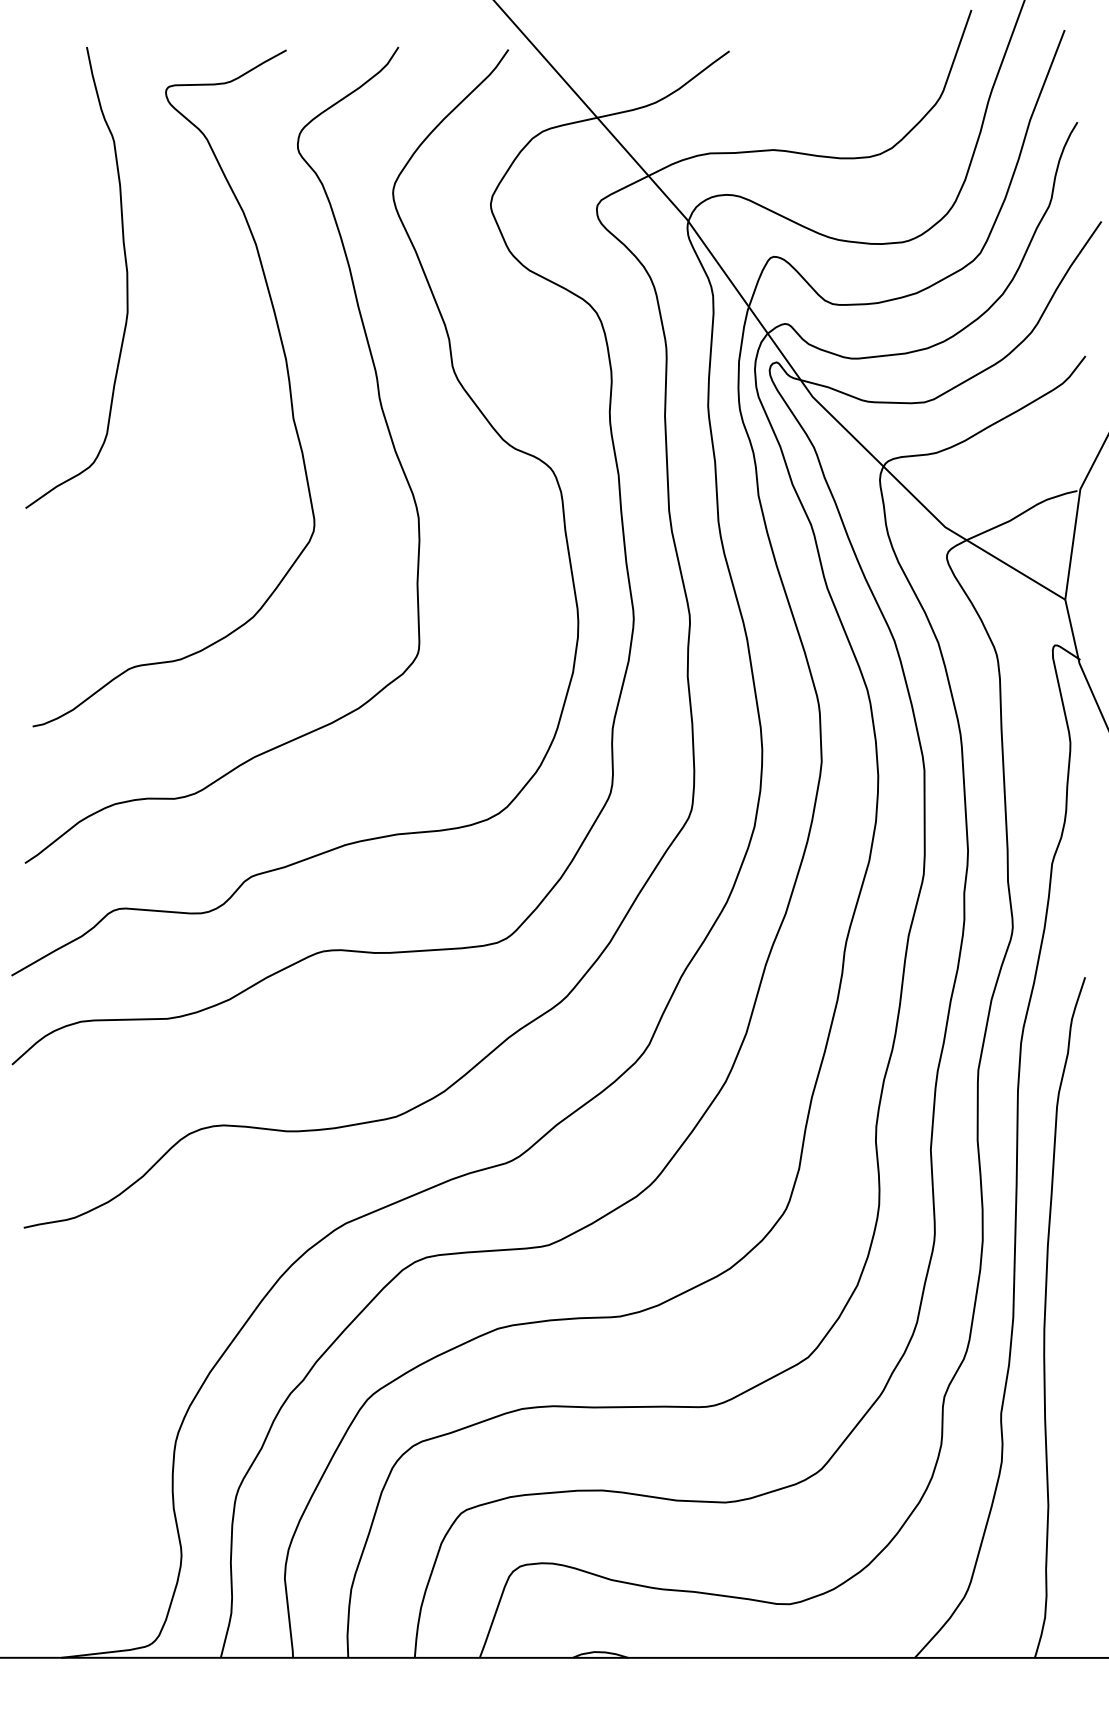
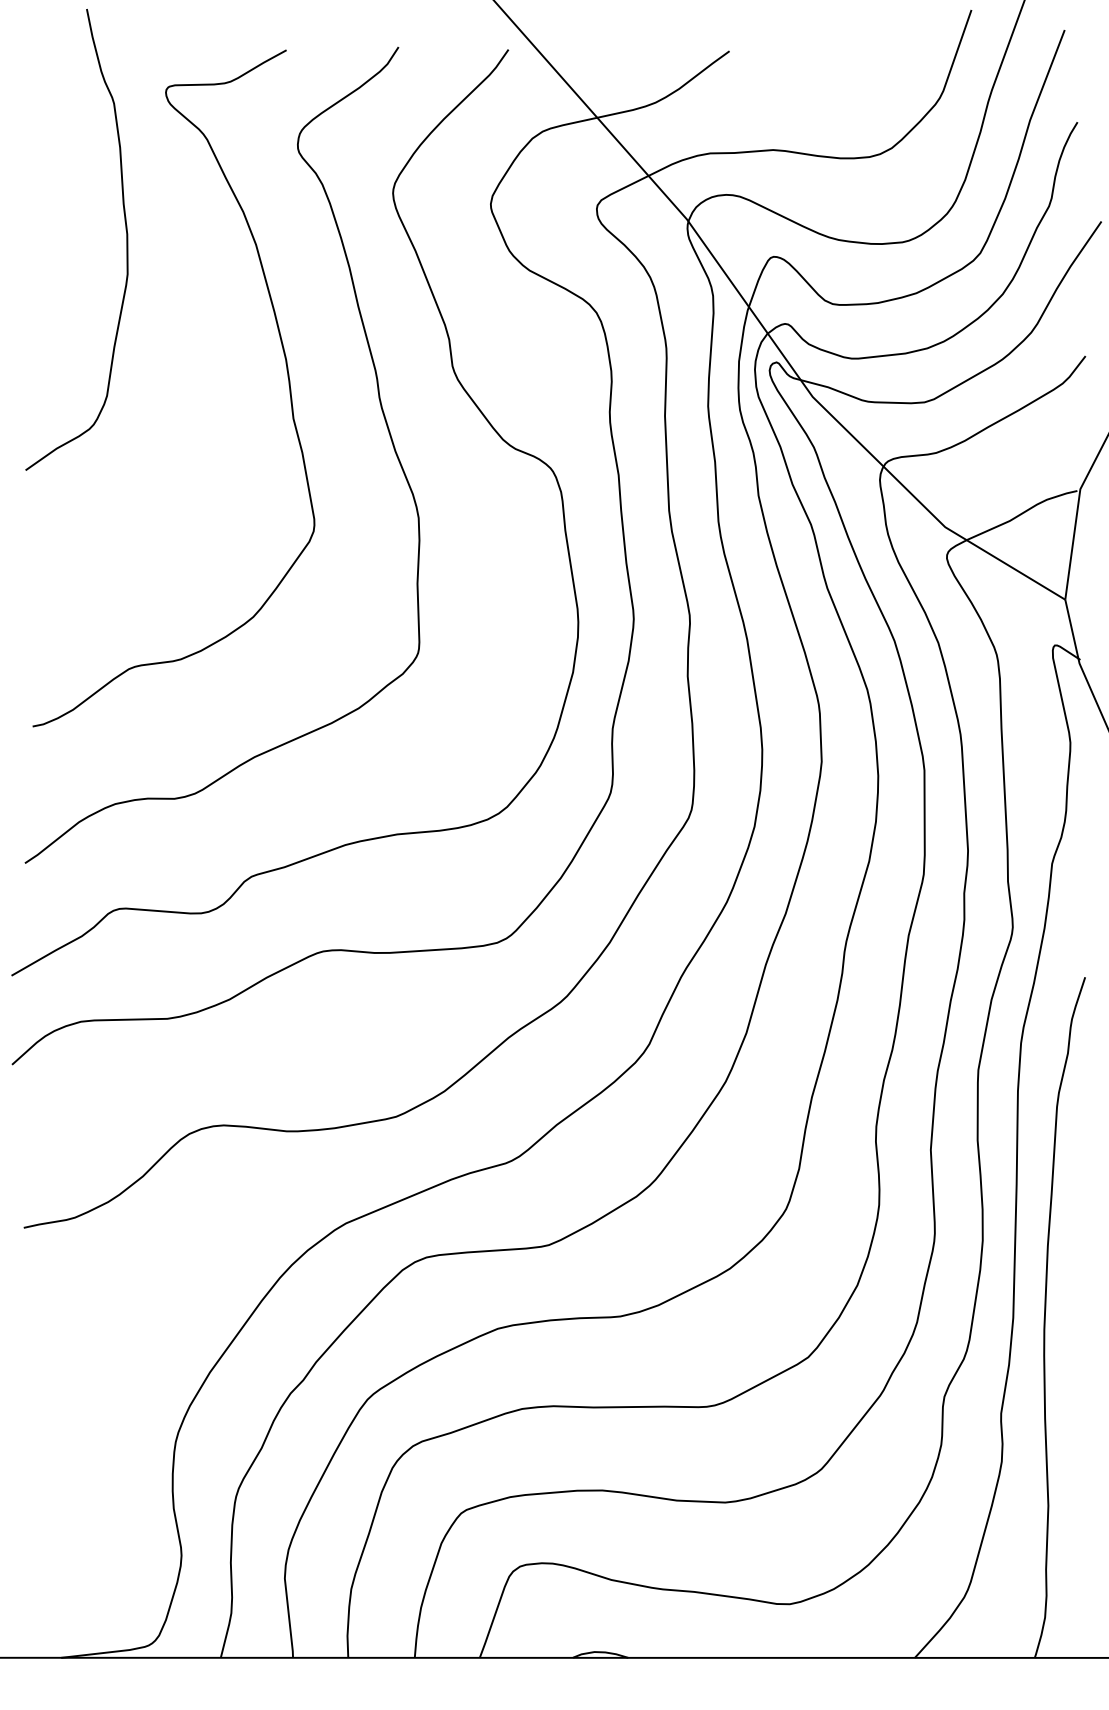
curve at (125, 268) position: (125, 268) -> (125, 230)
